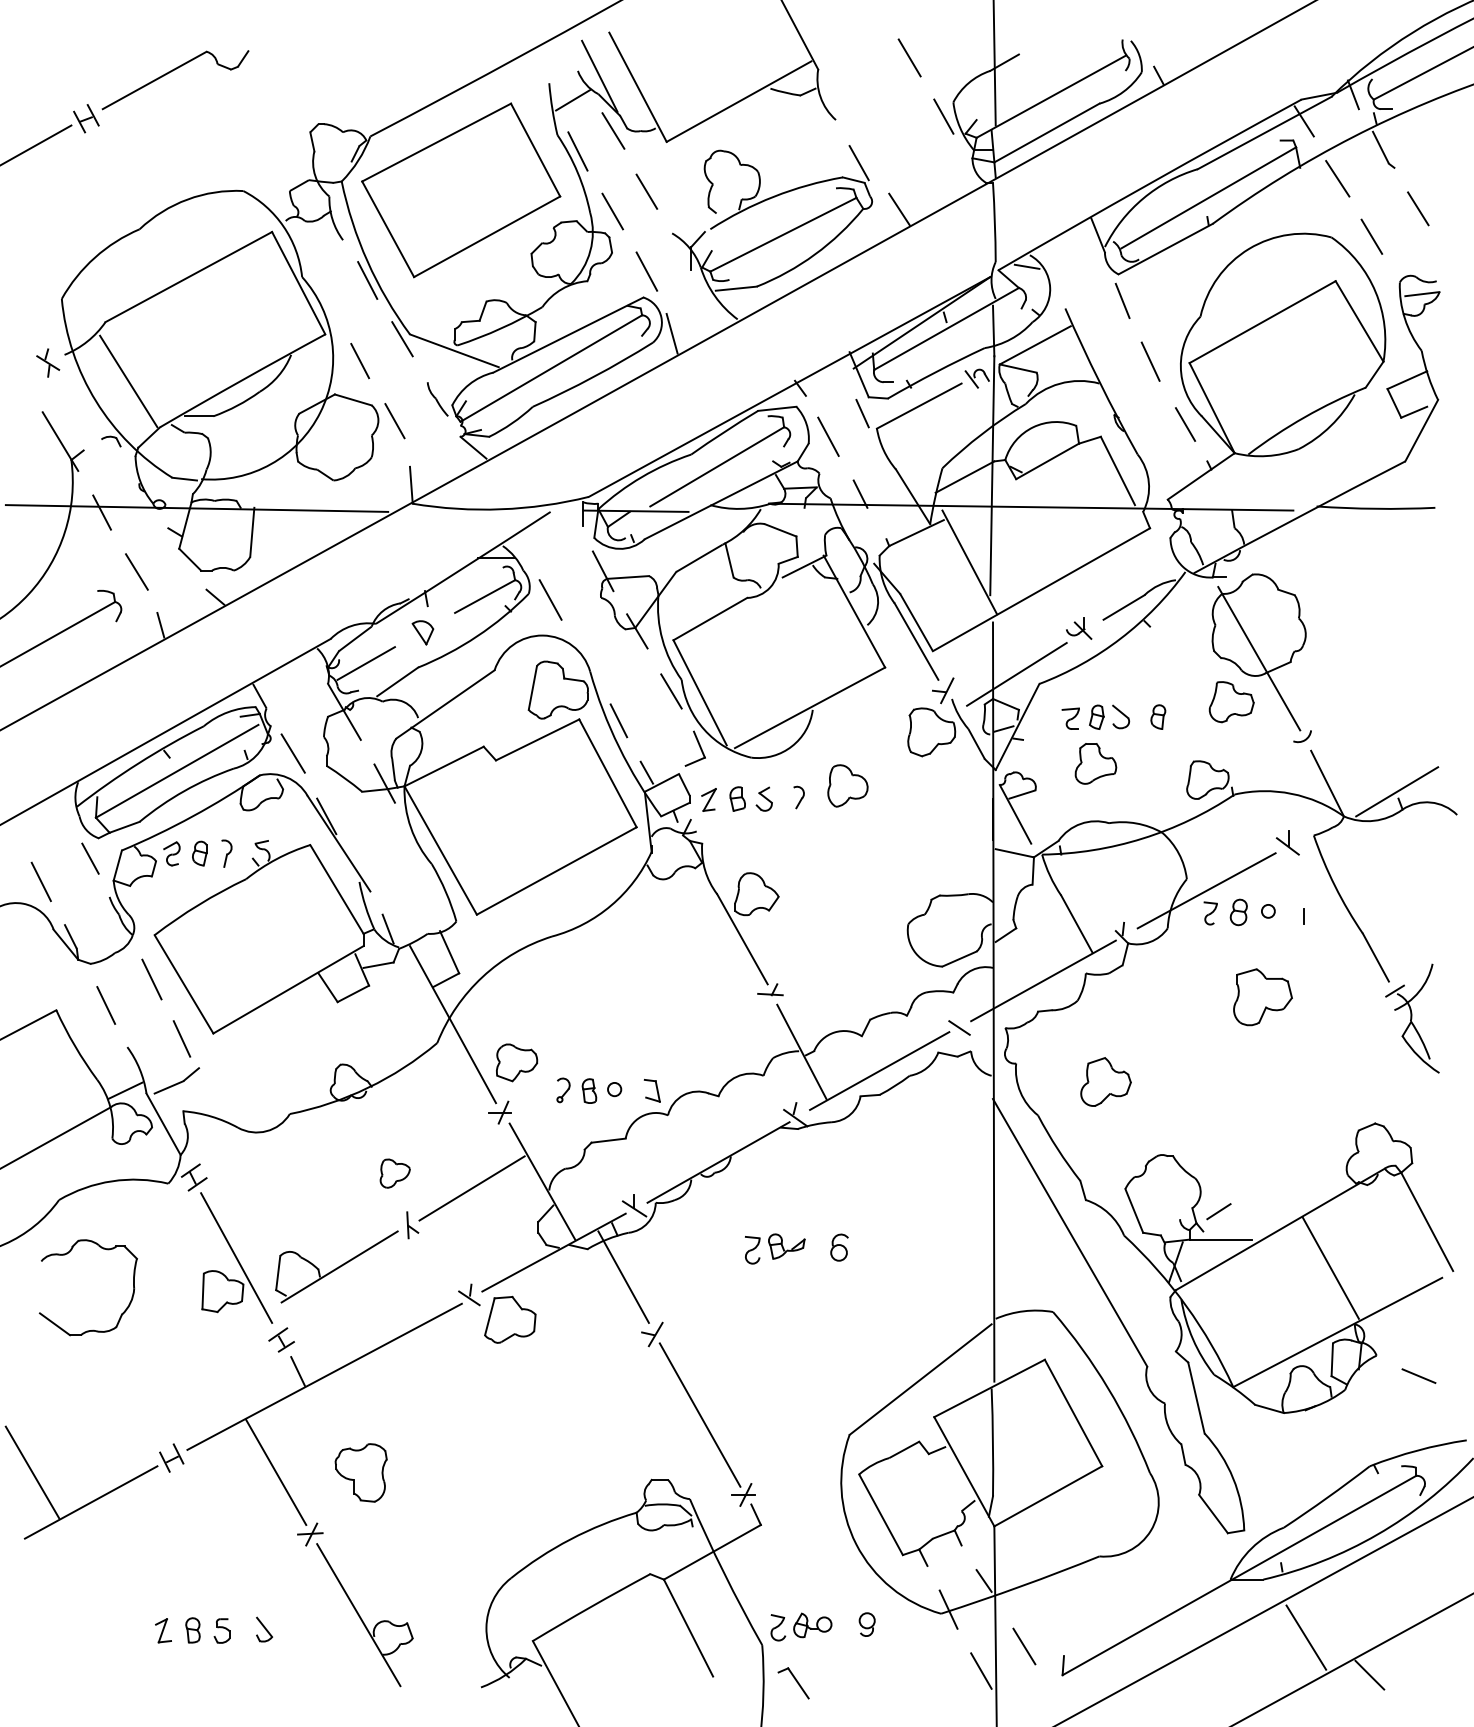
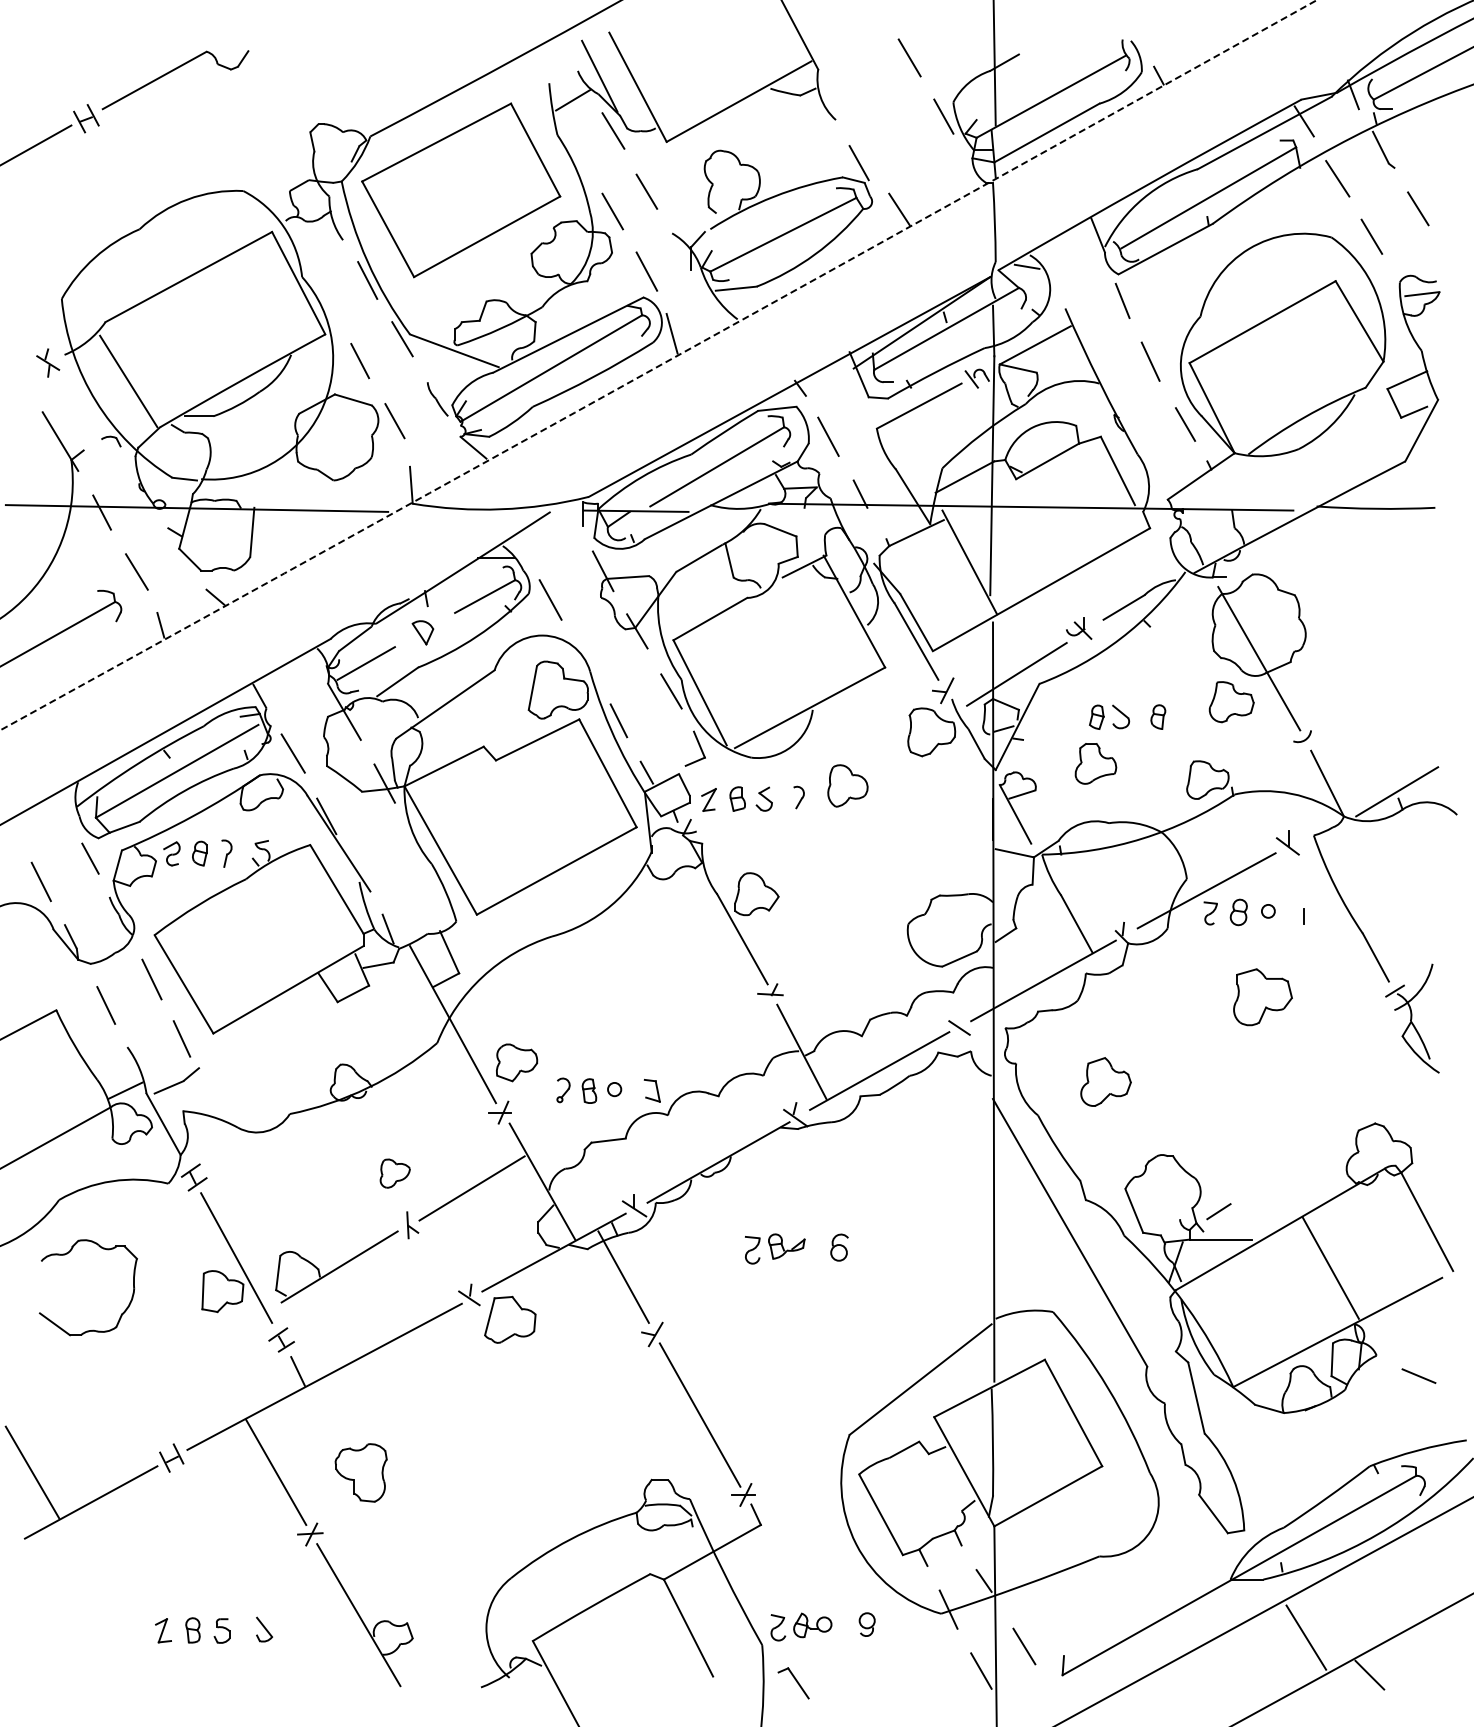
line at (577, 151): present -> none
arc at (659, 365): solid -> dashed
line at (862, 413): present -> none
part at (1070, 718): present -> none
